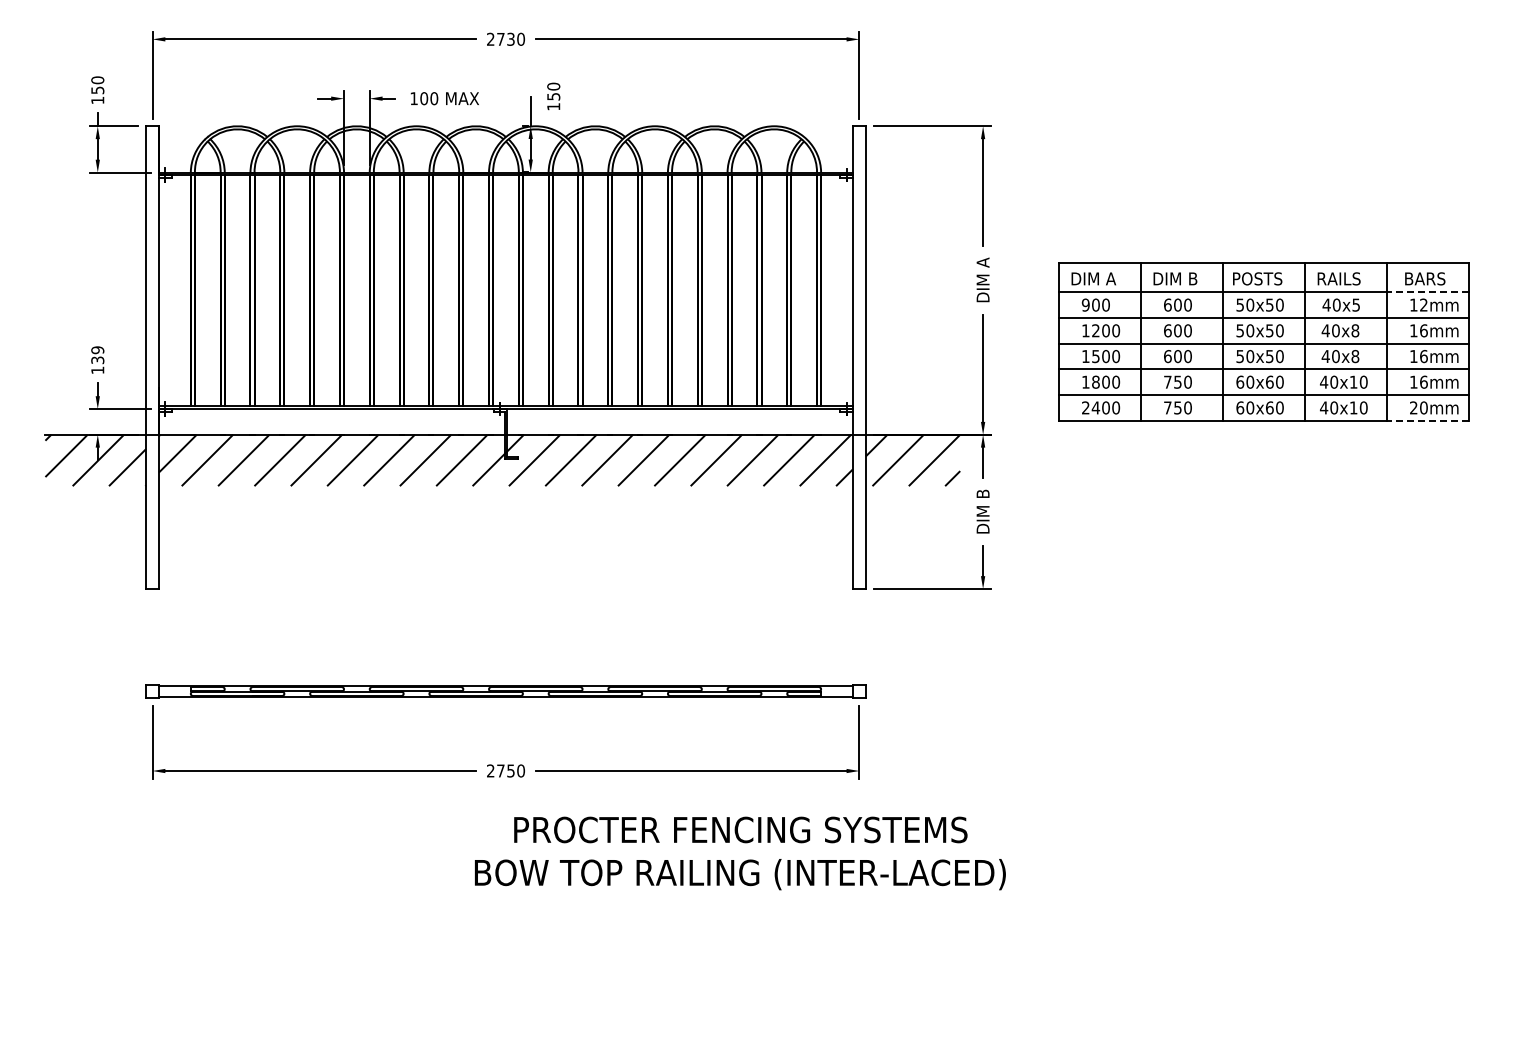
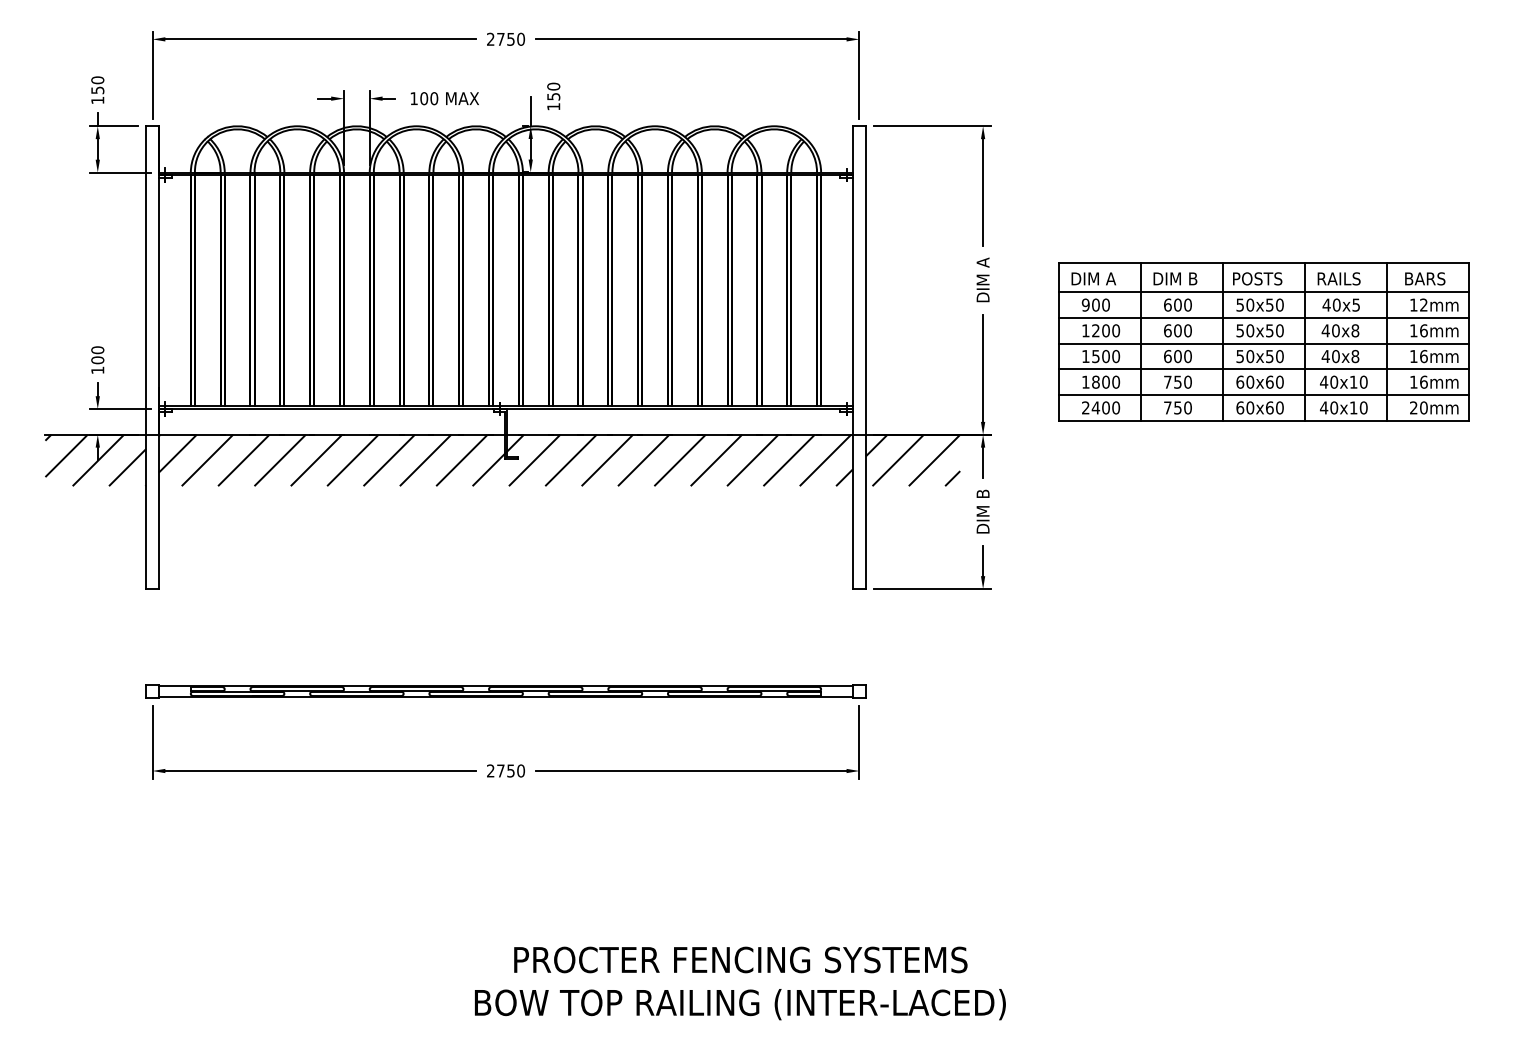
text at (510, 38): 2730 -> 2750
line at (1427, 292): dashed -> solid
text at (97, 355): 139 -> 100
line at (1427, 420): dashed -> solid
text at (740, 853) position: (740, 853) -> (740, 983)
